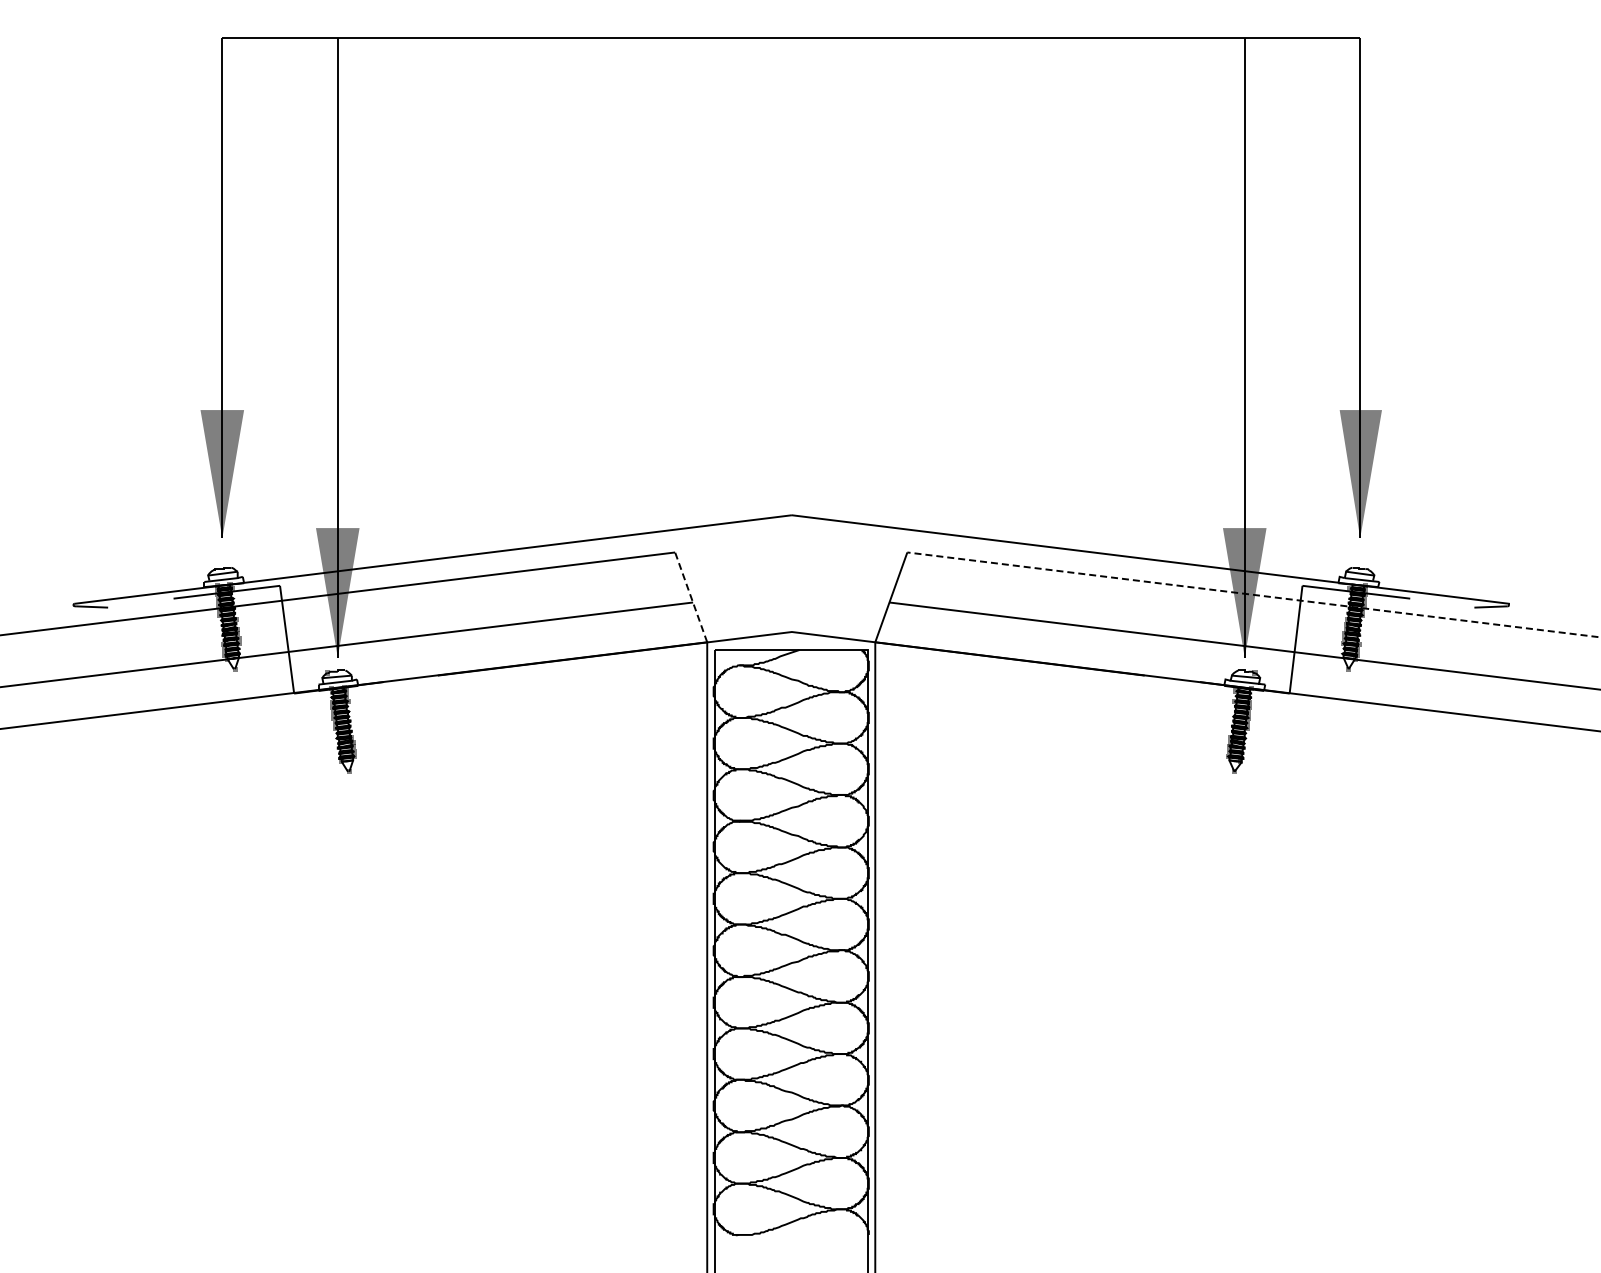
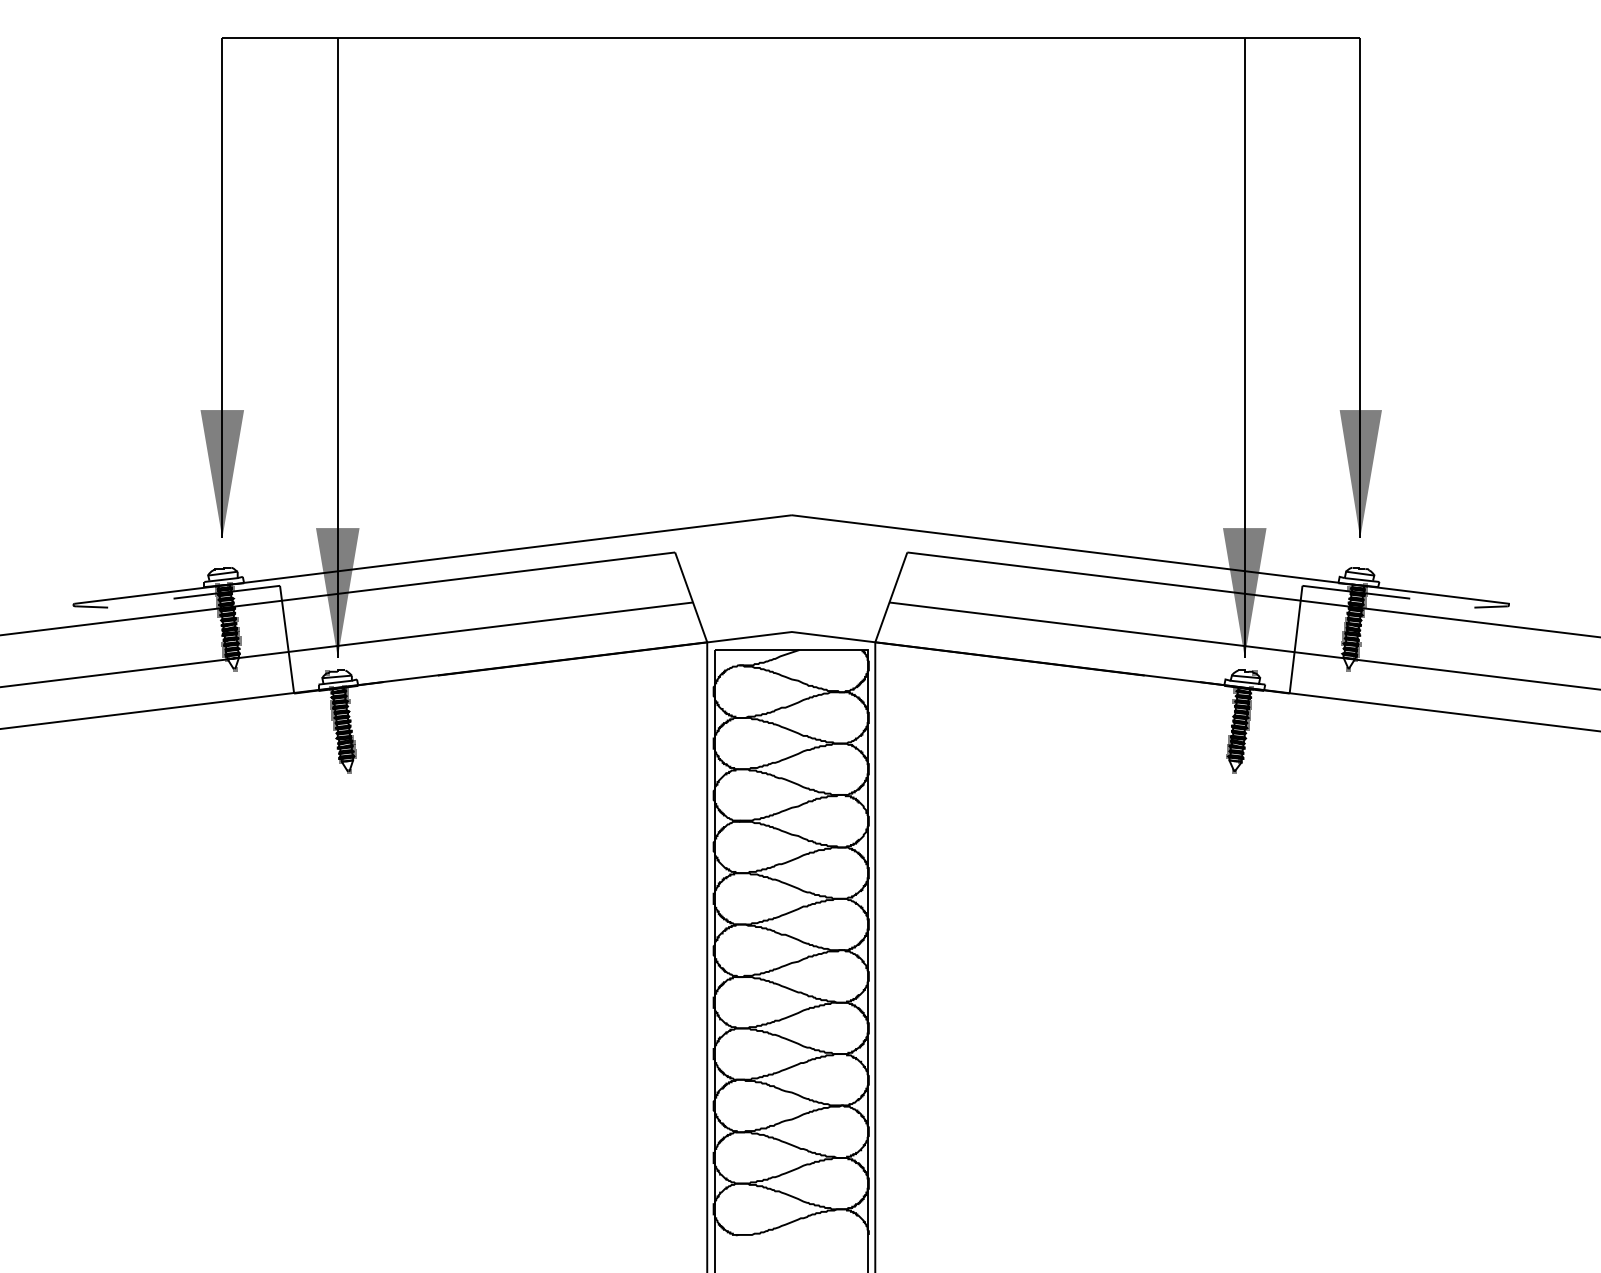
line at (1253, 594): dashed -> solid
line at (691, 597): dashed -> solid
